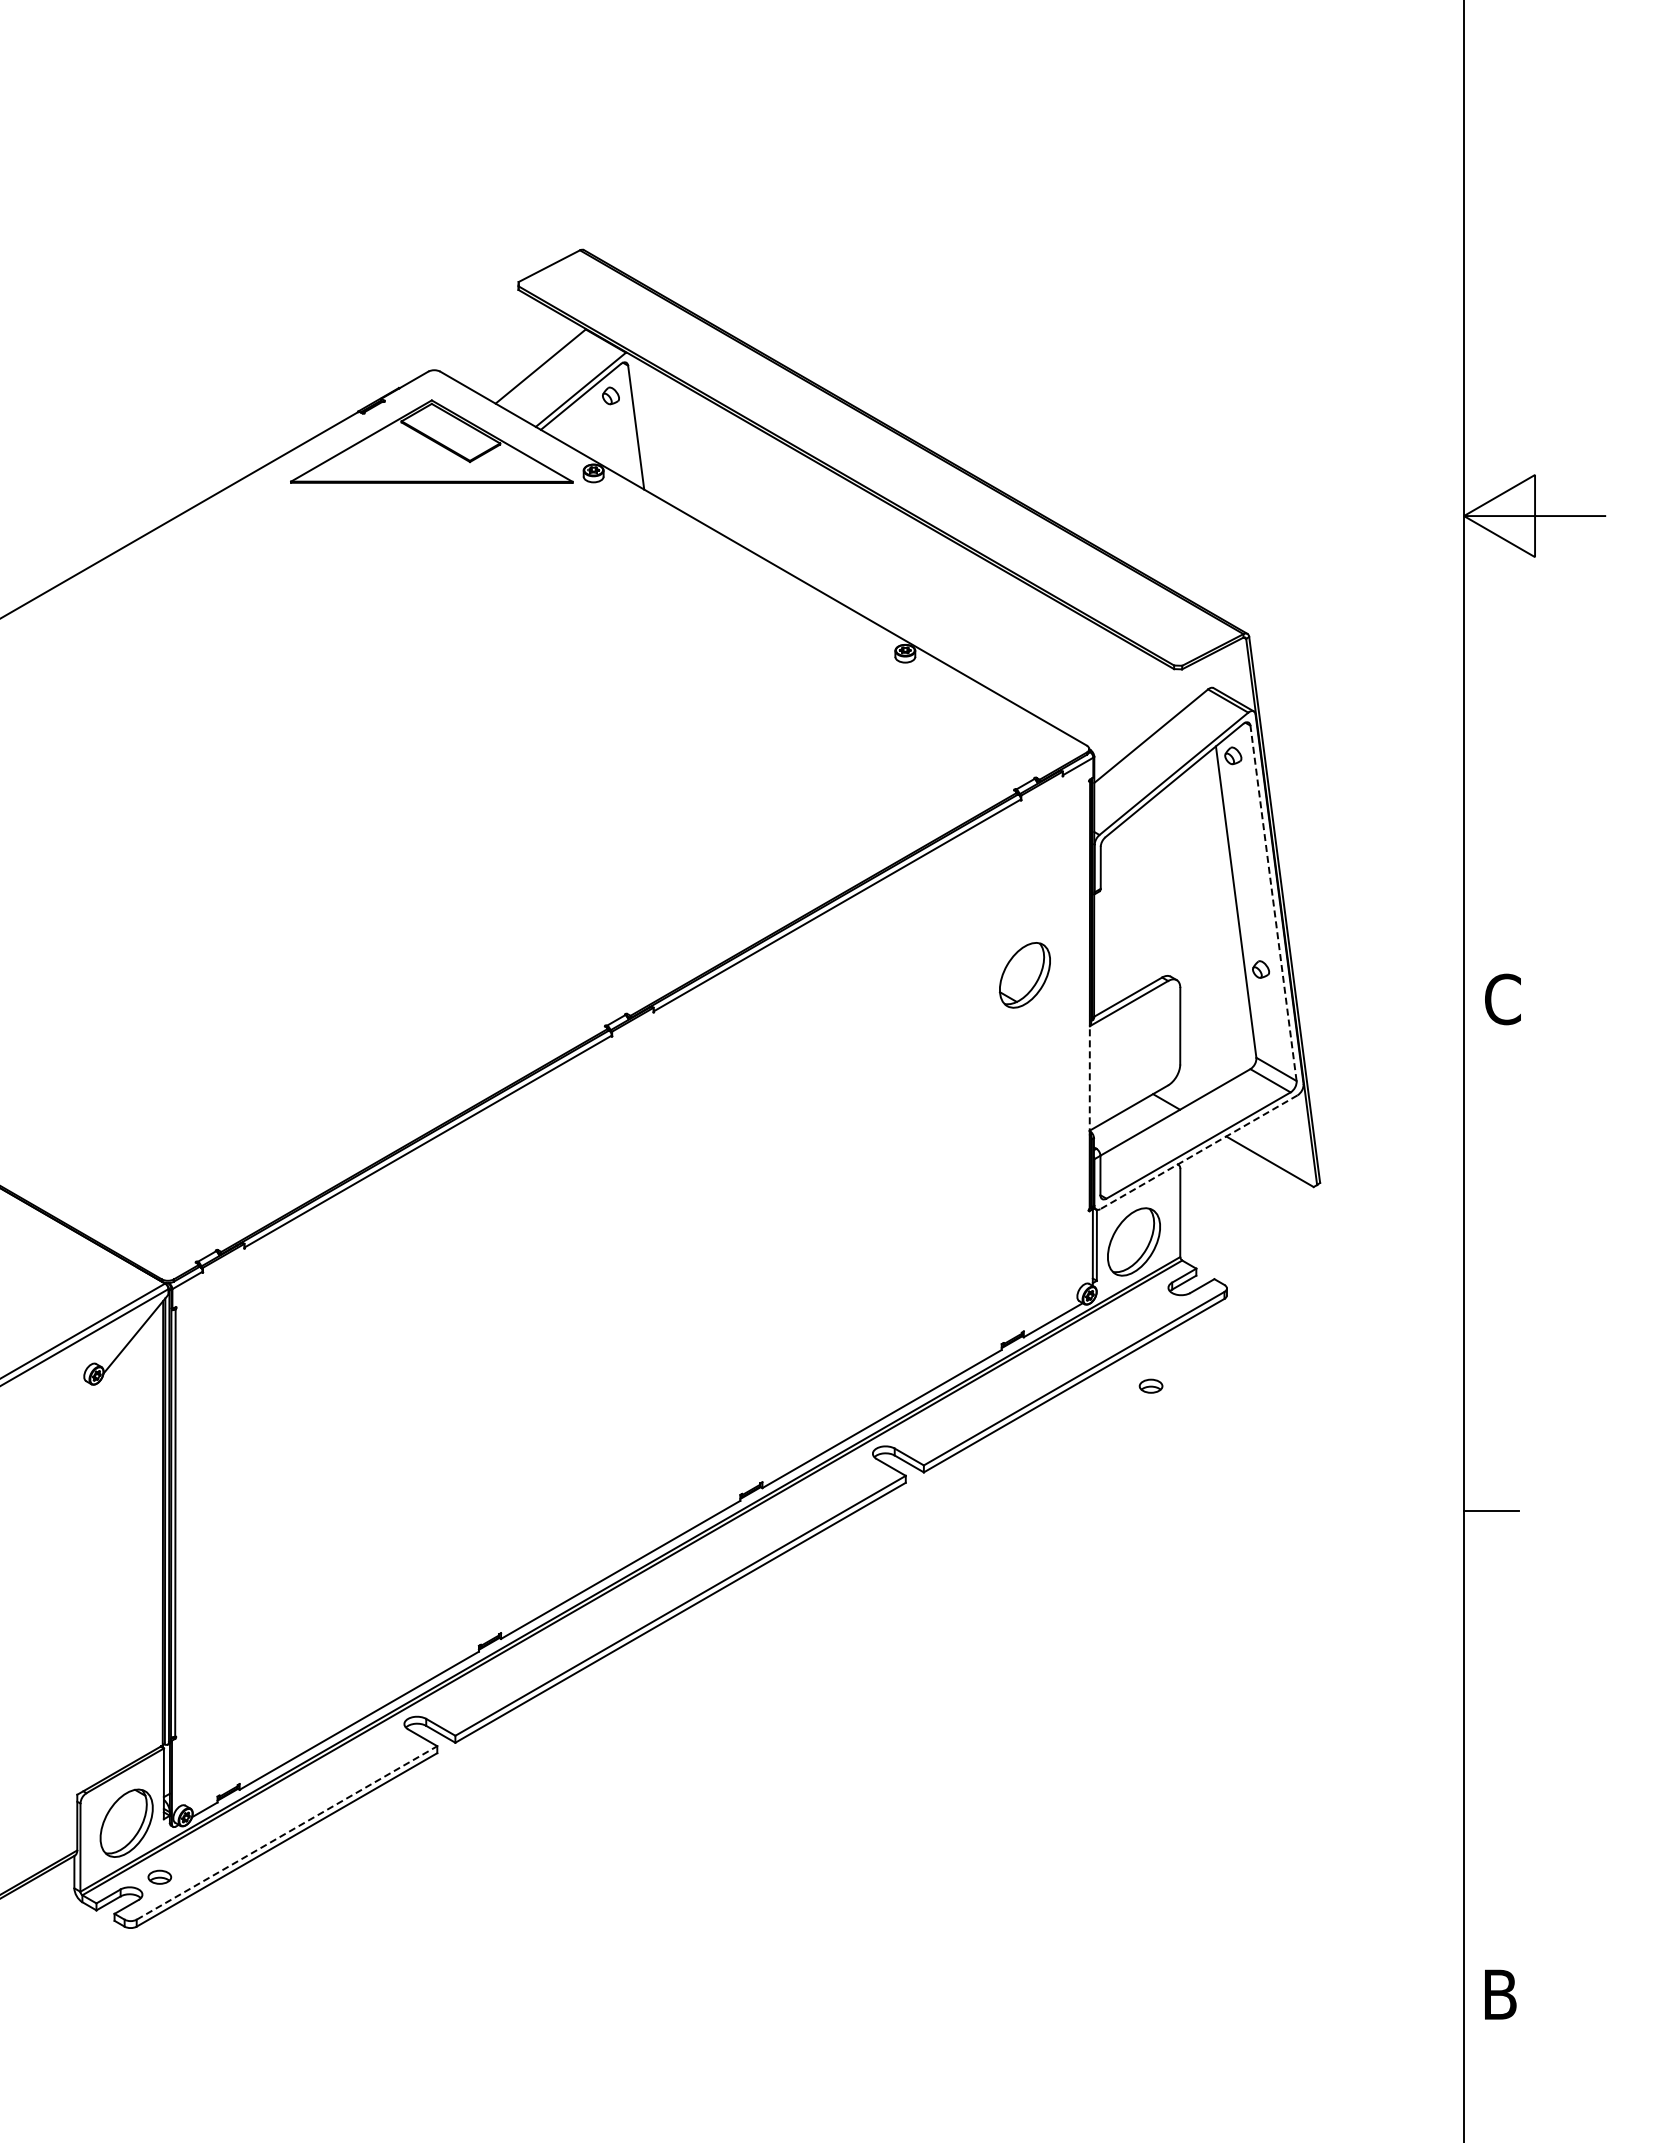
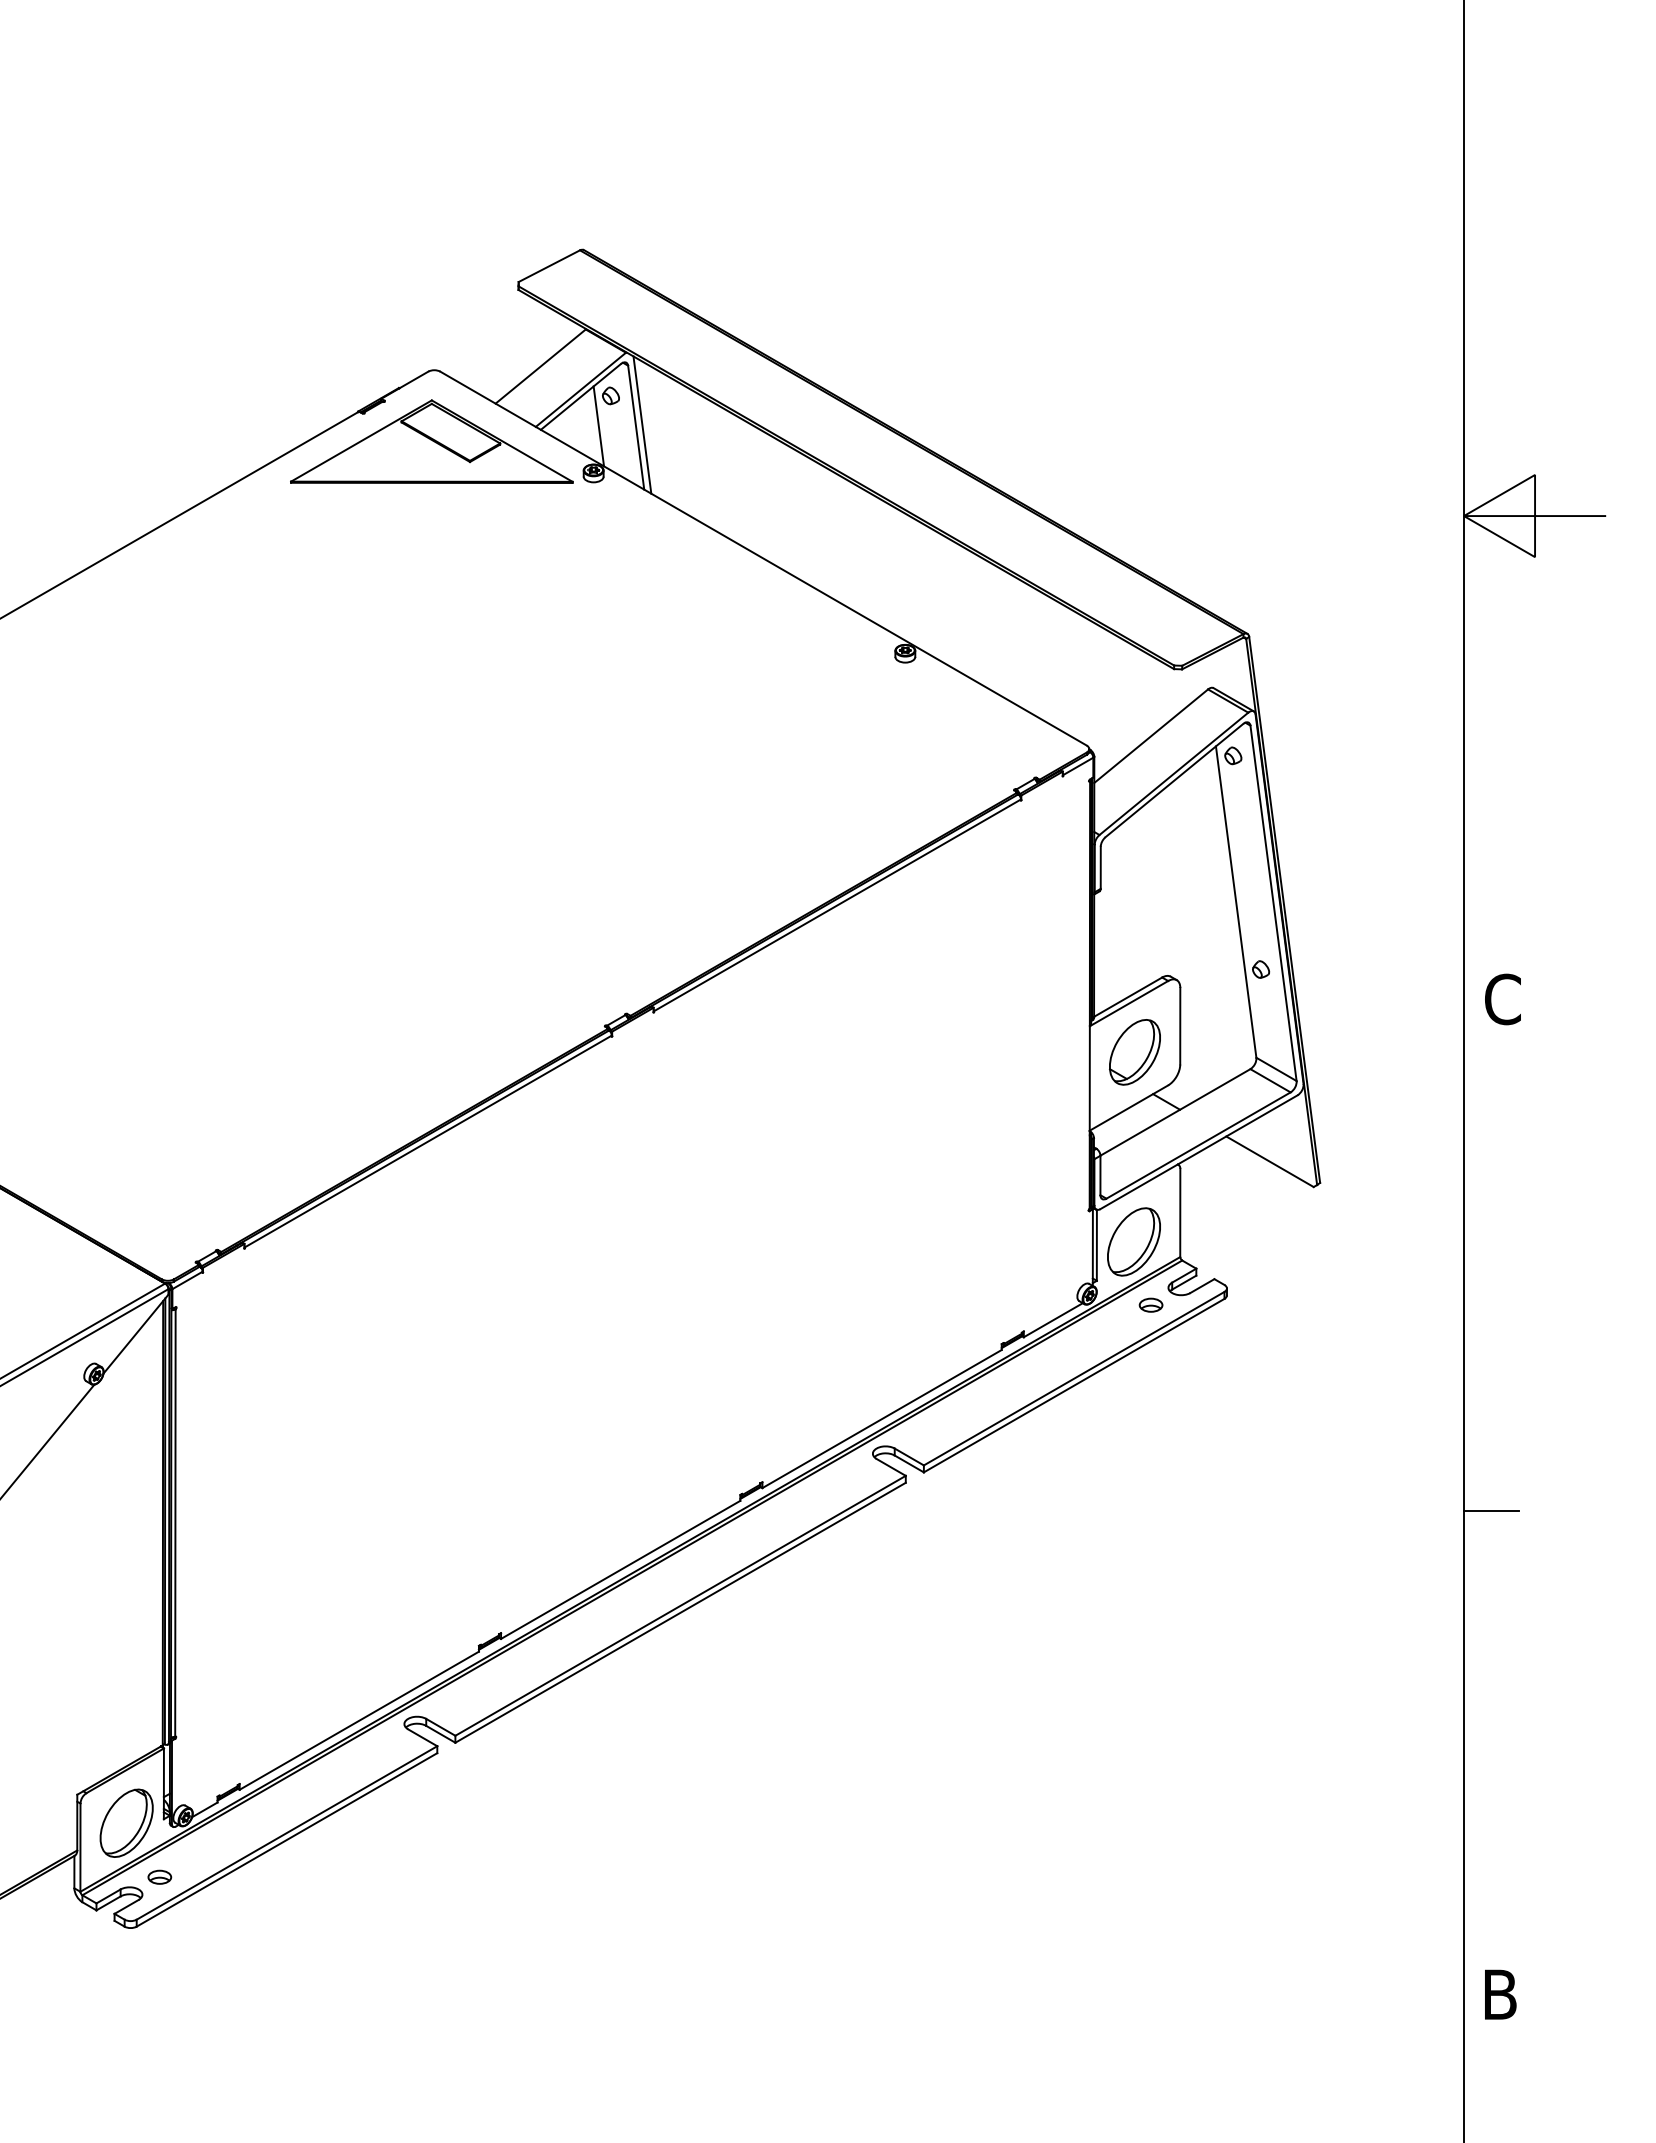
line at (642, 424): none -> present
line at (598, 426): none -> present
line at (1273, 902): dashed -> solid
part at (1024, 975) position: (1024, 975) -> (1134, 1052)
line at (1089, 1080): dashed -> solid
line at (1199, 1152): dashed -> solid
part at (1150, 1385) position: (1150, 1385) -> (1150, 1304)
line at (48, 1440): none -> present
line at (287, 1832): dashed -> solid
